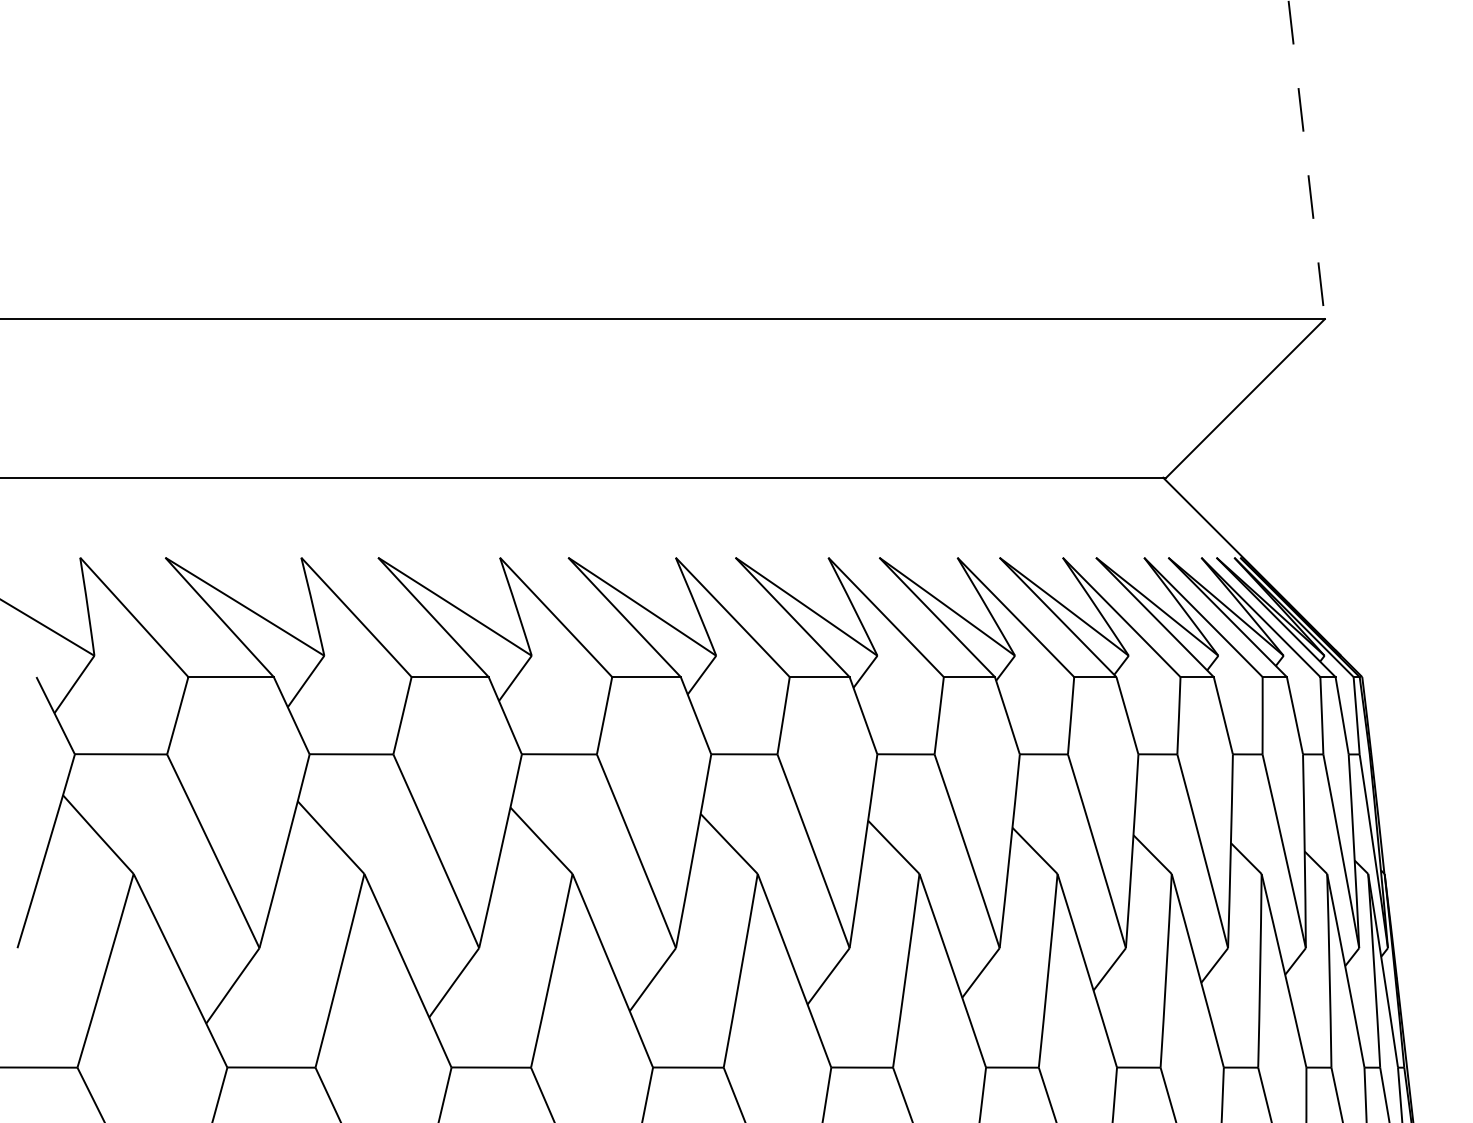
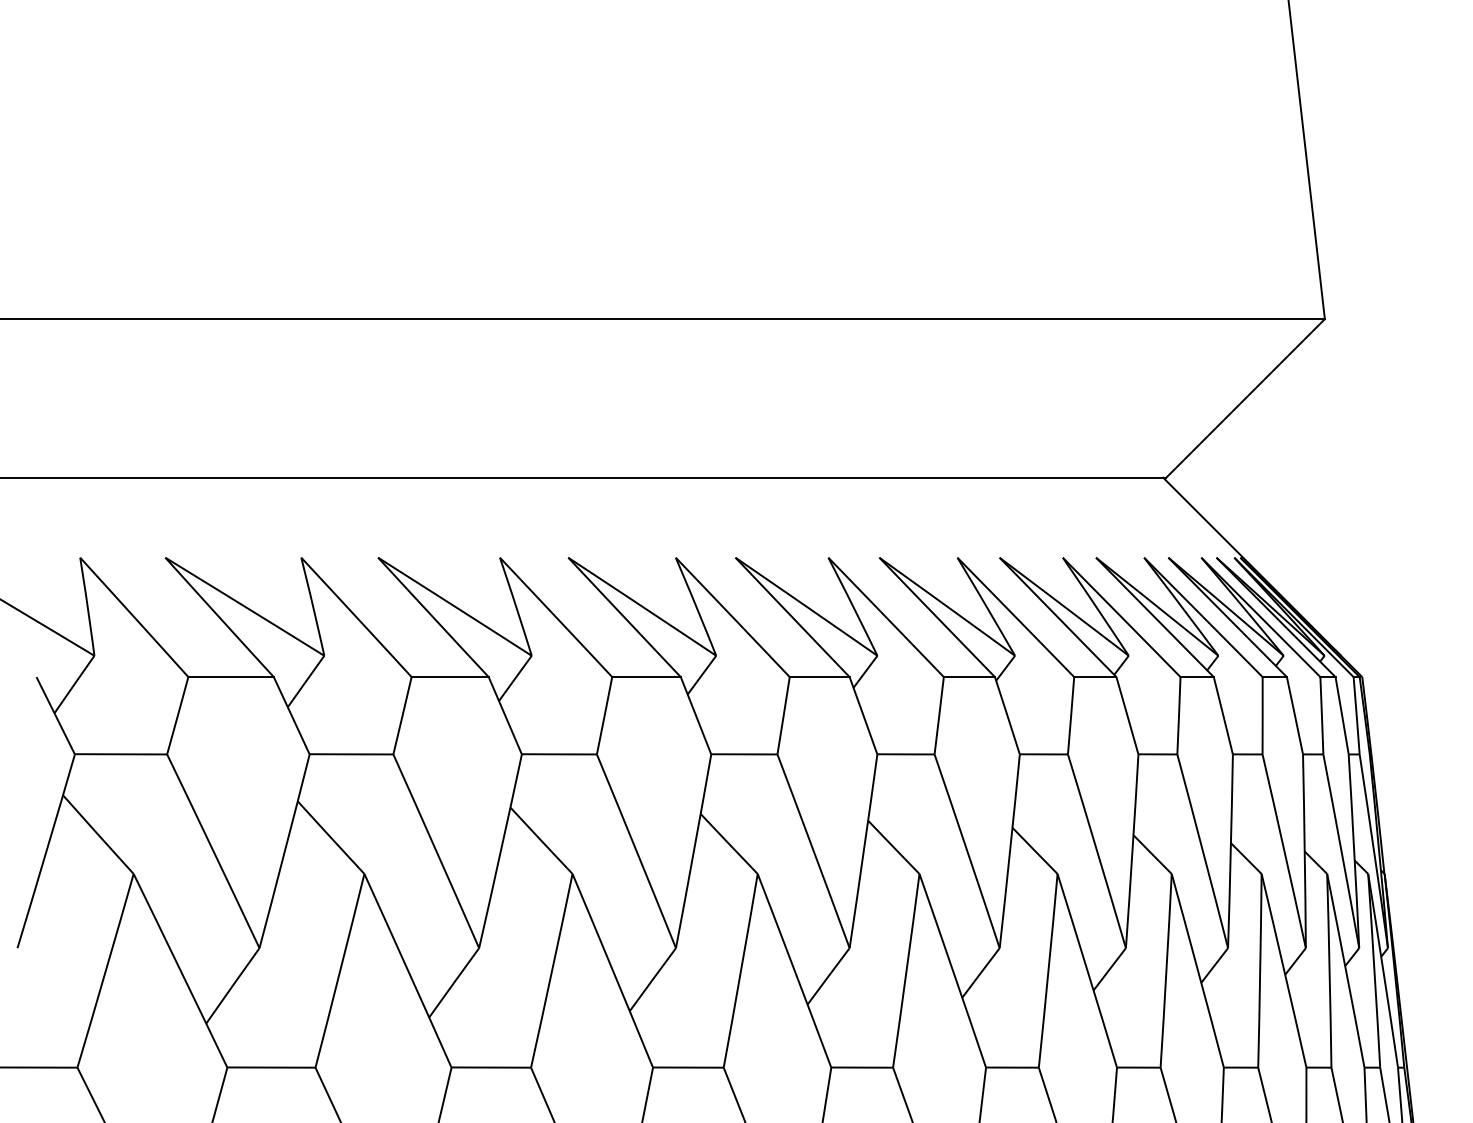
line at (1306, 160): dashed -> solid
